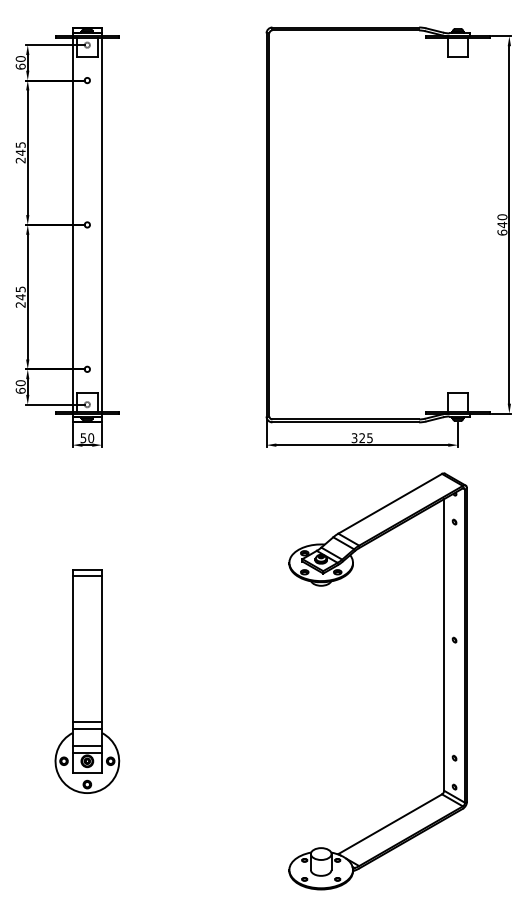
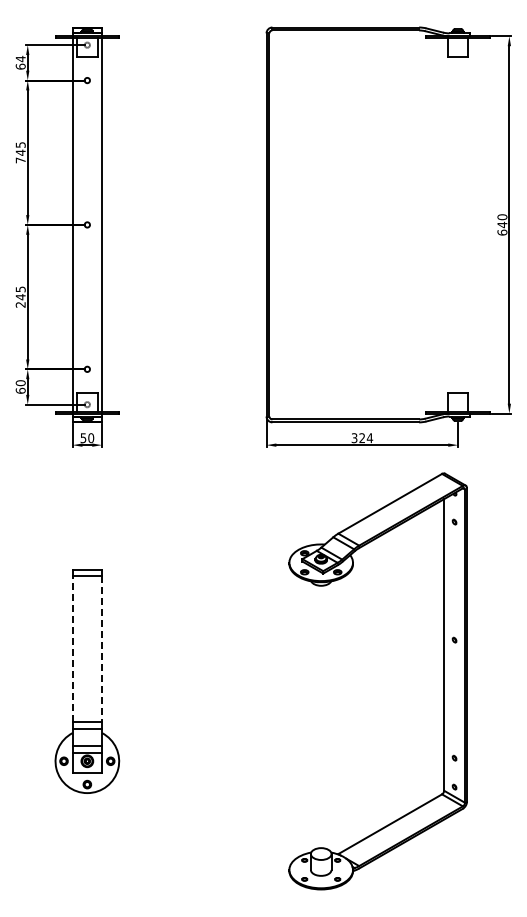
text at (20, 58): 60 -> 64
text at (20, 160): 245 -> 745
text at (369, 438): 325 -> 324
line at (72, 648): solid -> dashed
line at (102, 649): solid -> dashed
